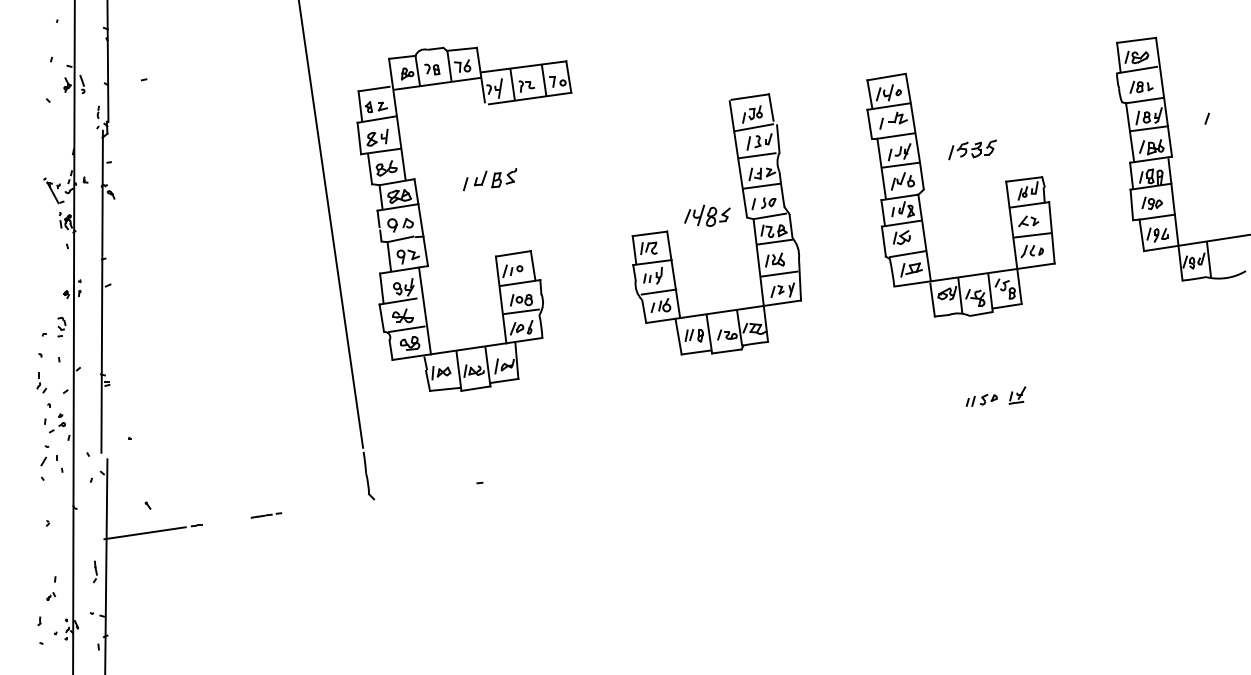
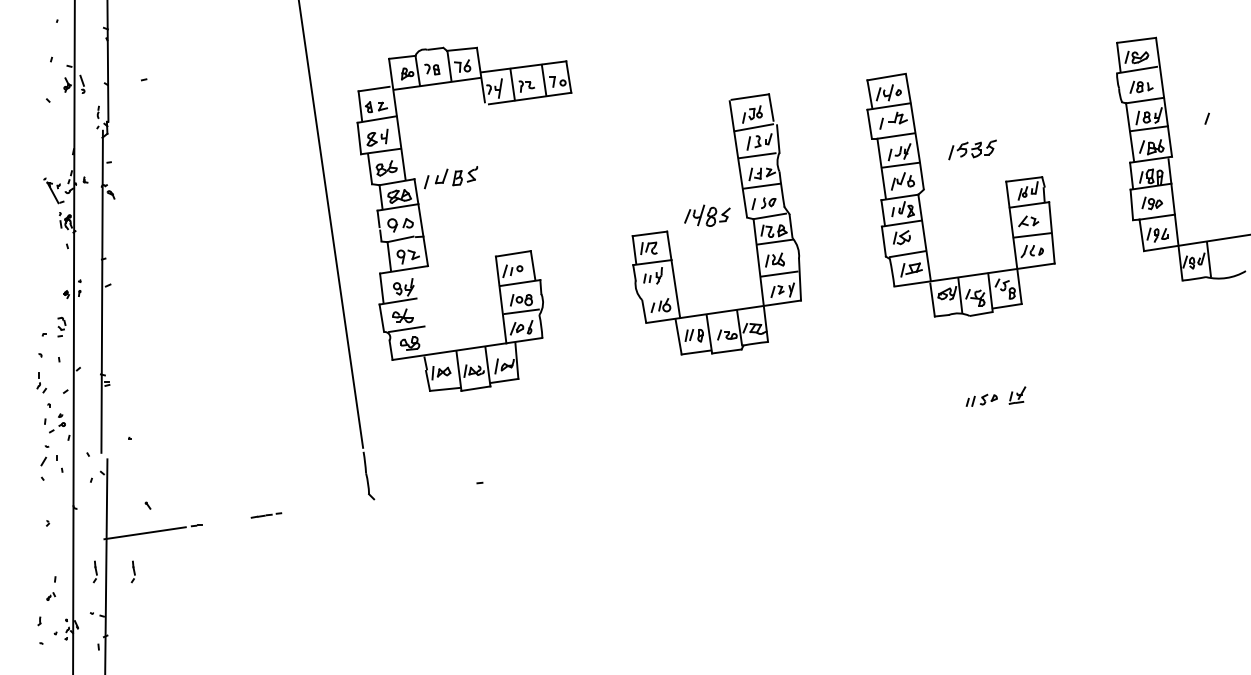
part at (490, 179) position: (490, 179) -> (451, 177)
line at (658, 291): present -> none
line at (425, 310): present -> none
part at (132, 571): none -> present
